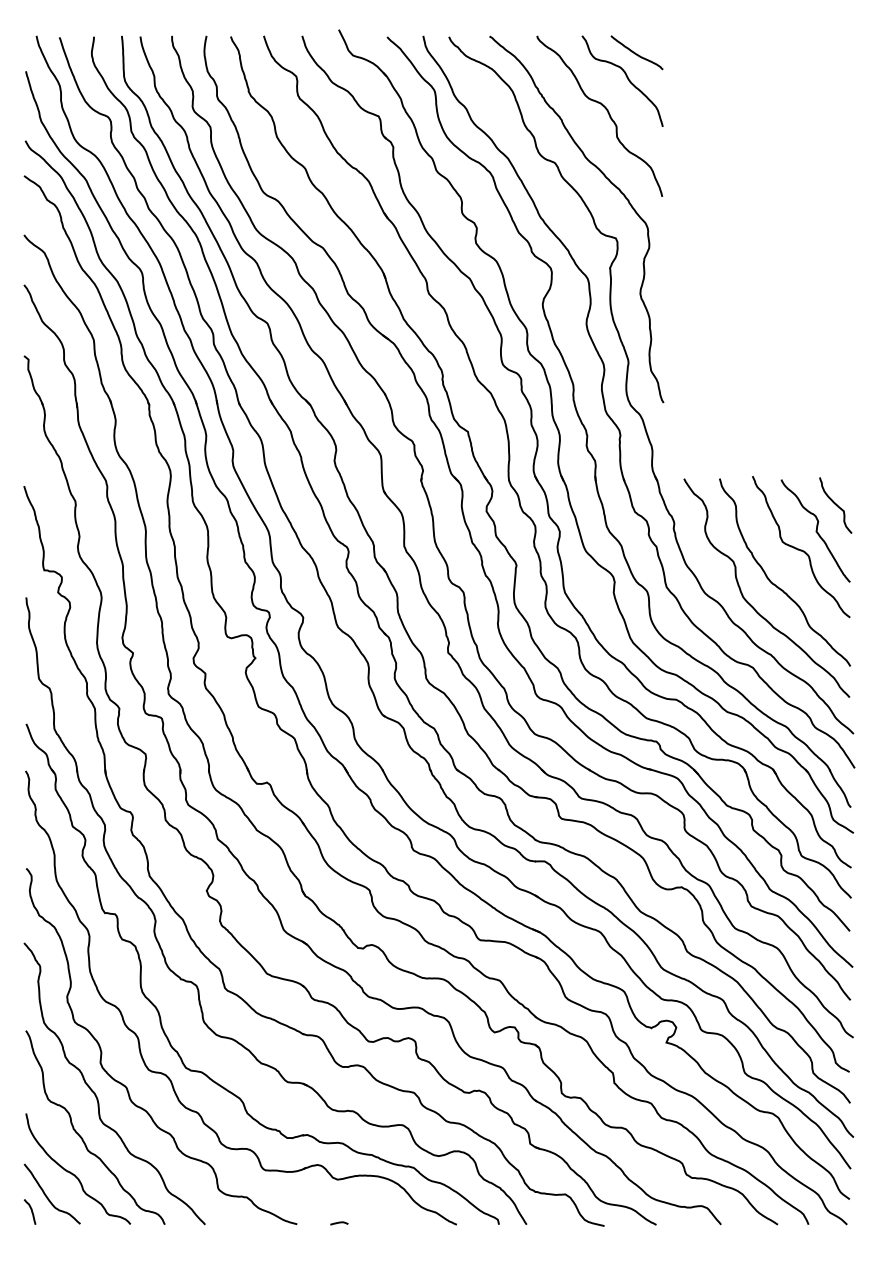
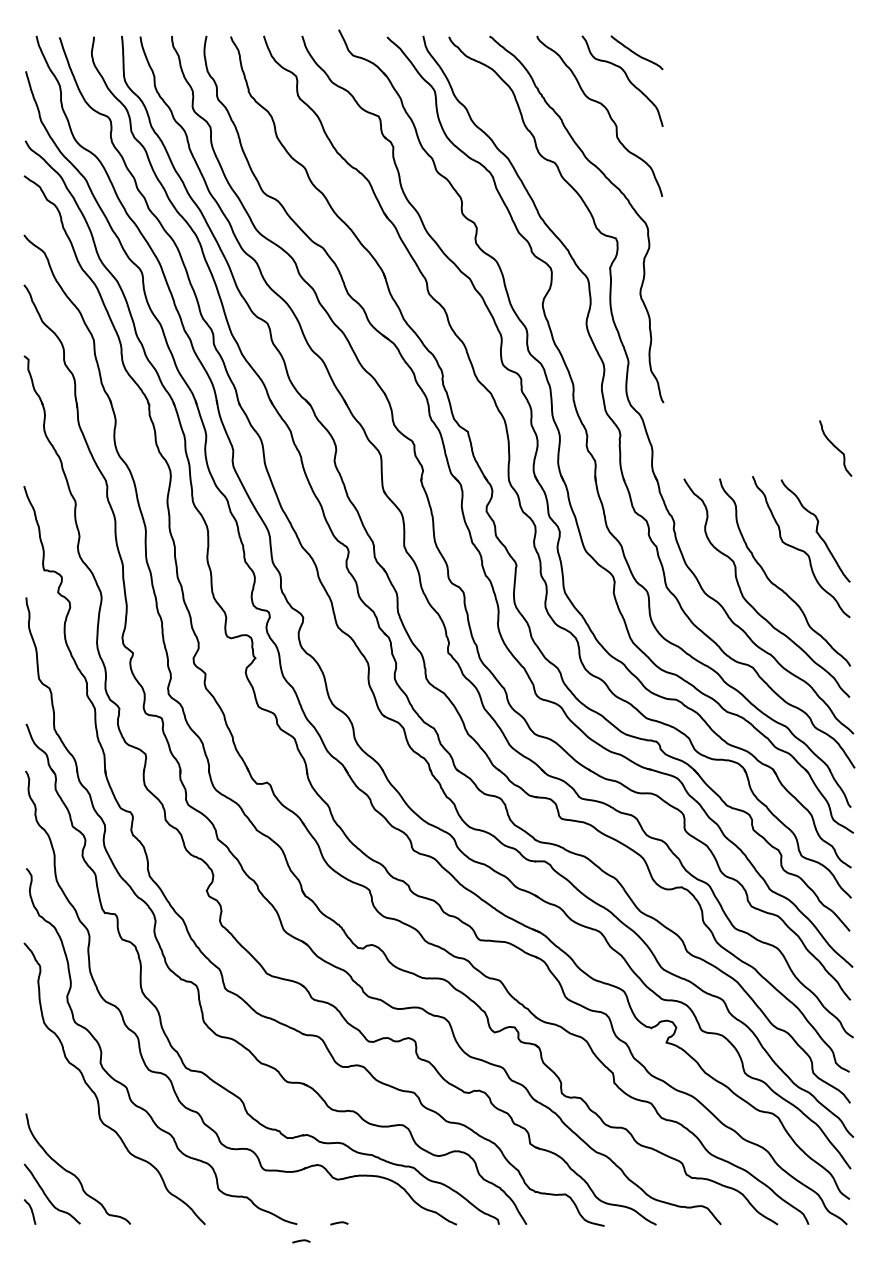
curve at (835, 505) position: (835, 505) -> (835, 448)
curve at (82, 1137): present -> none
curve at (301, 1241): none -> present
